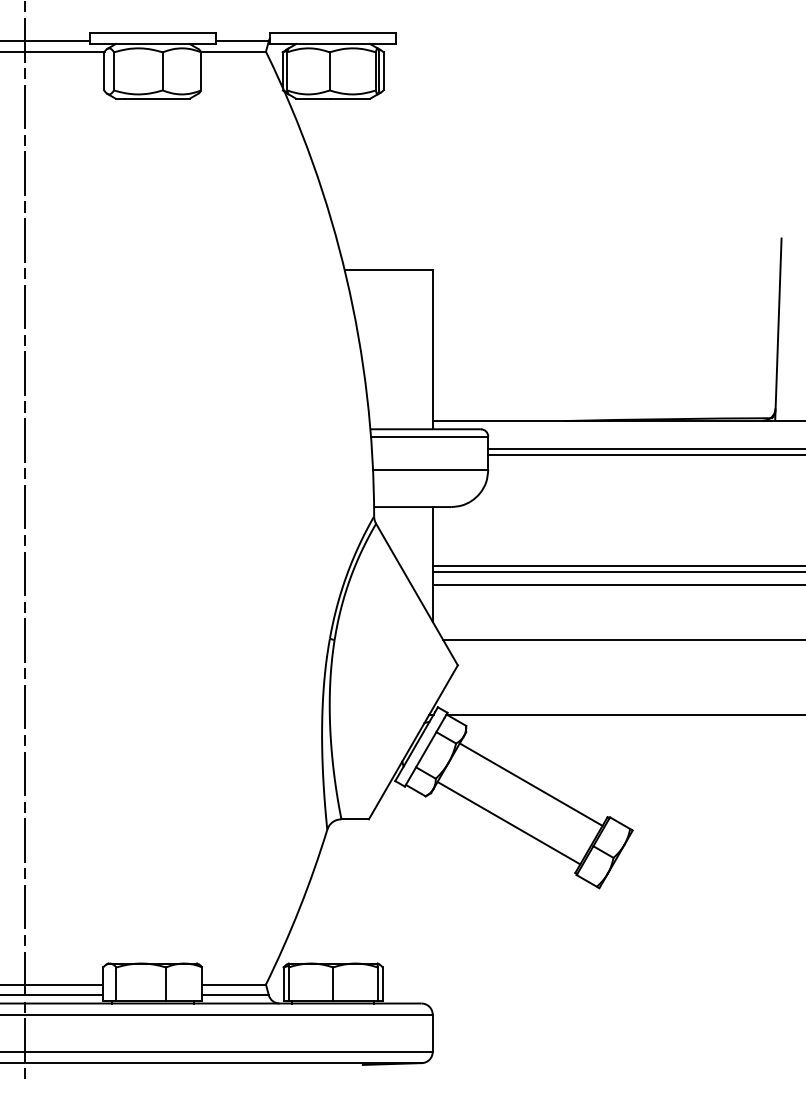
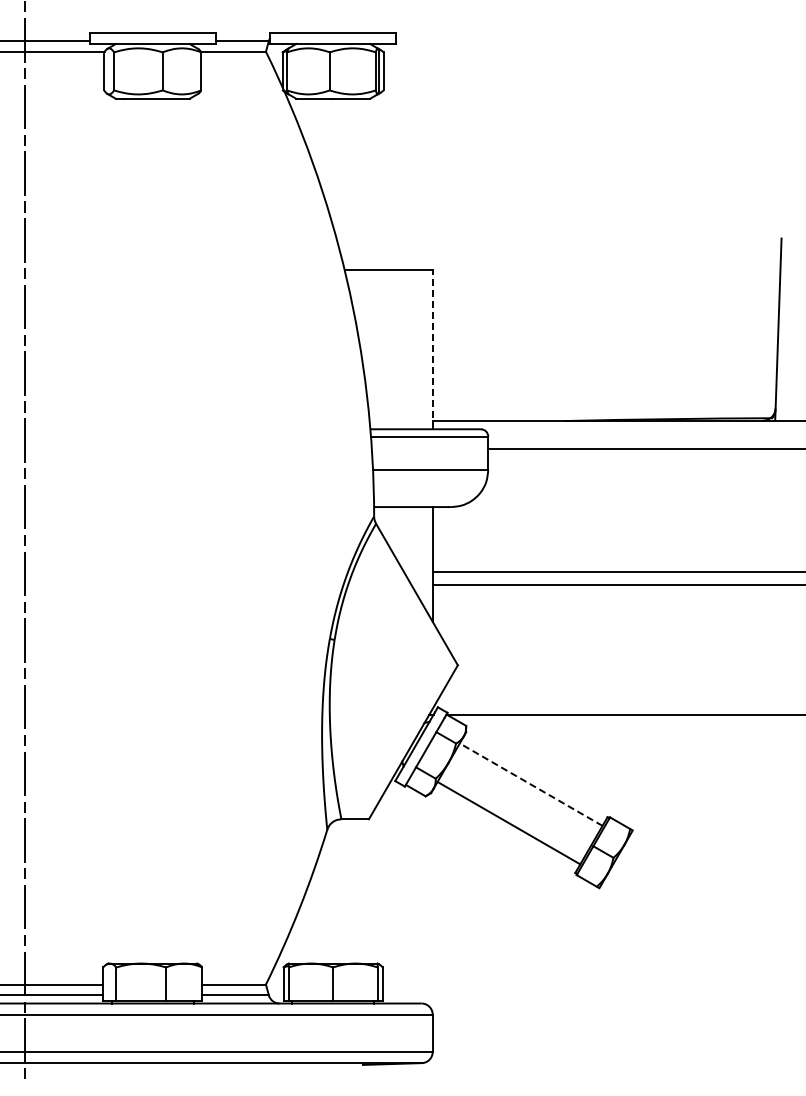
line at (432, 349): solid -> dashed
line at (645, 455): present -> none
line at (617, 566): present -> none
line at (622, 640): present -> none
line at (530, 784): solid -> dashed
